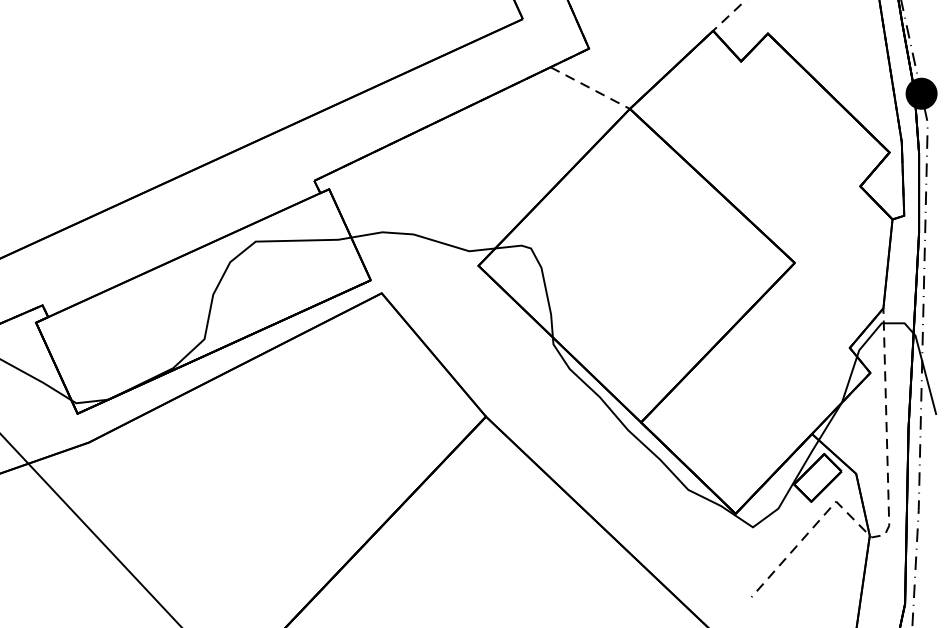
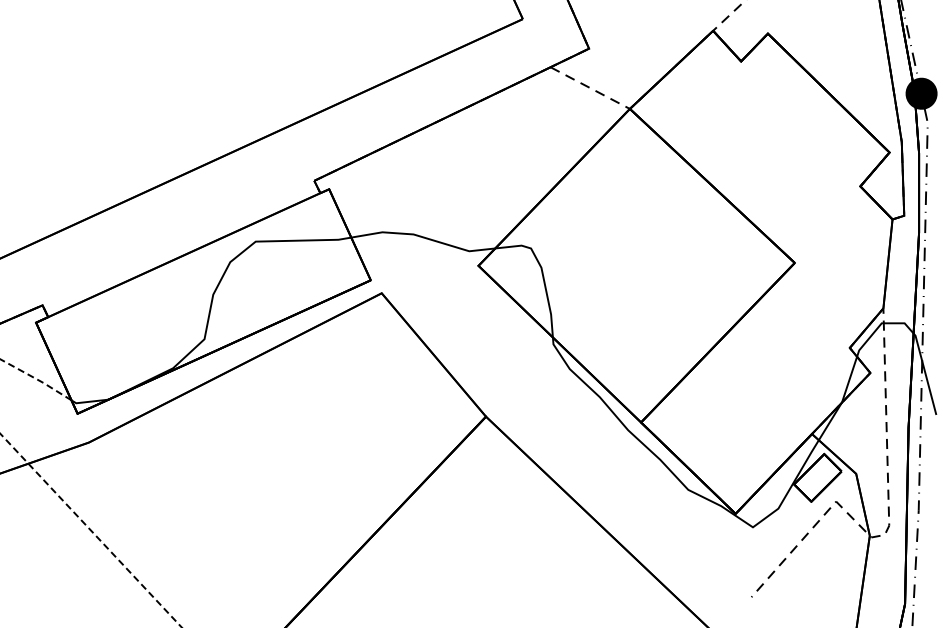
line at (37, 379): solid -> dashed
line at (91, 530): solid -> dashed
